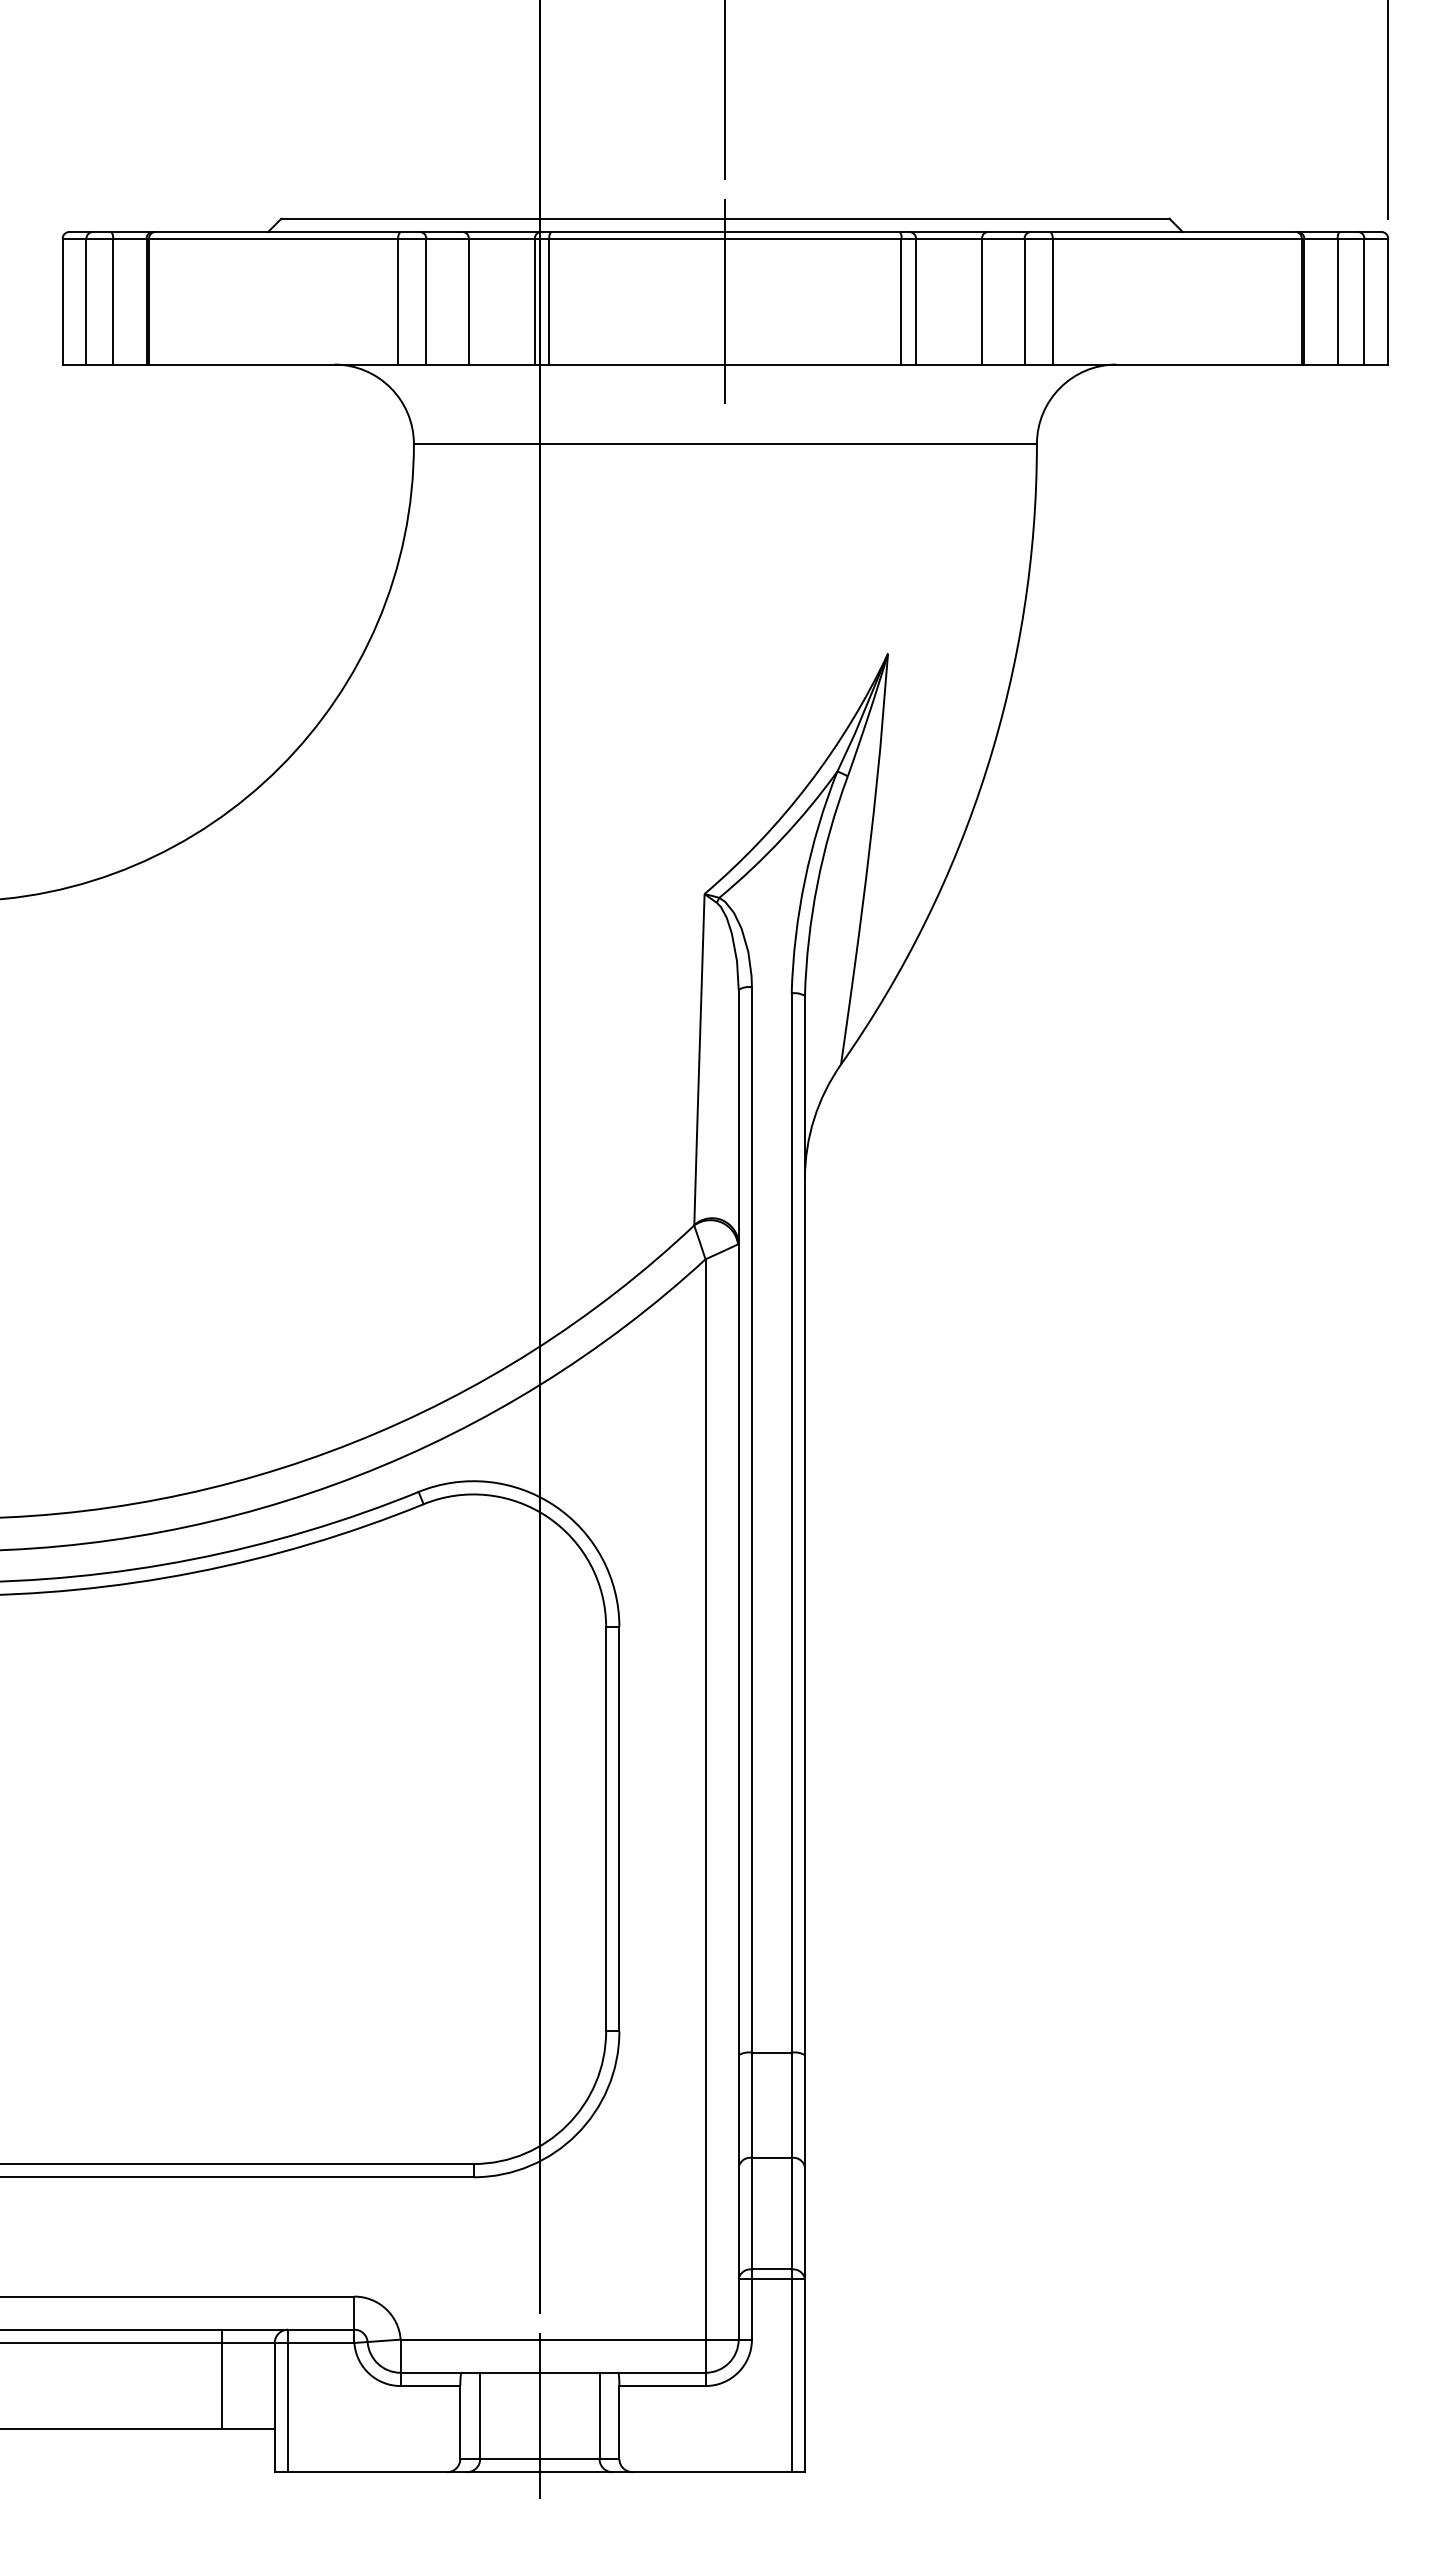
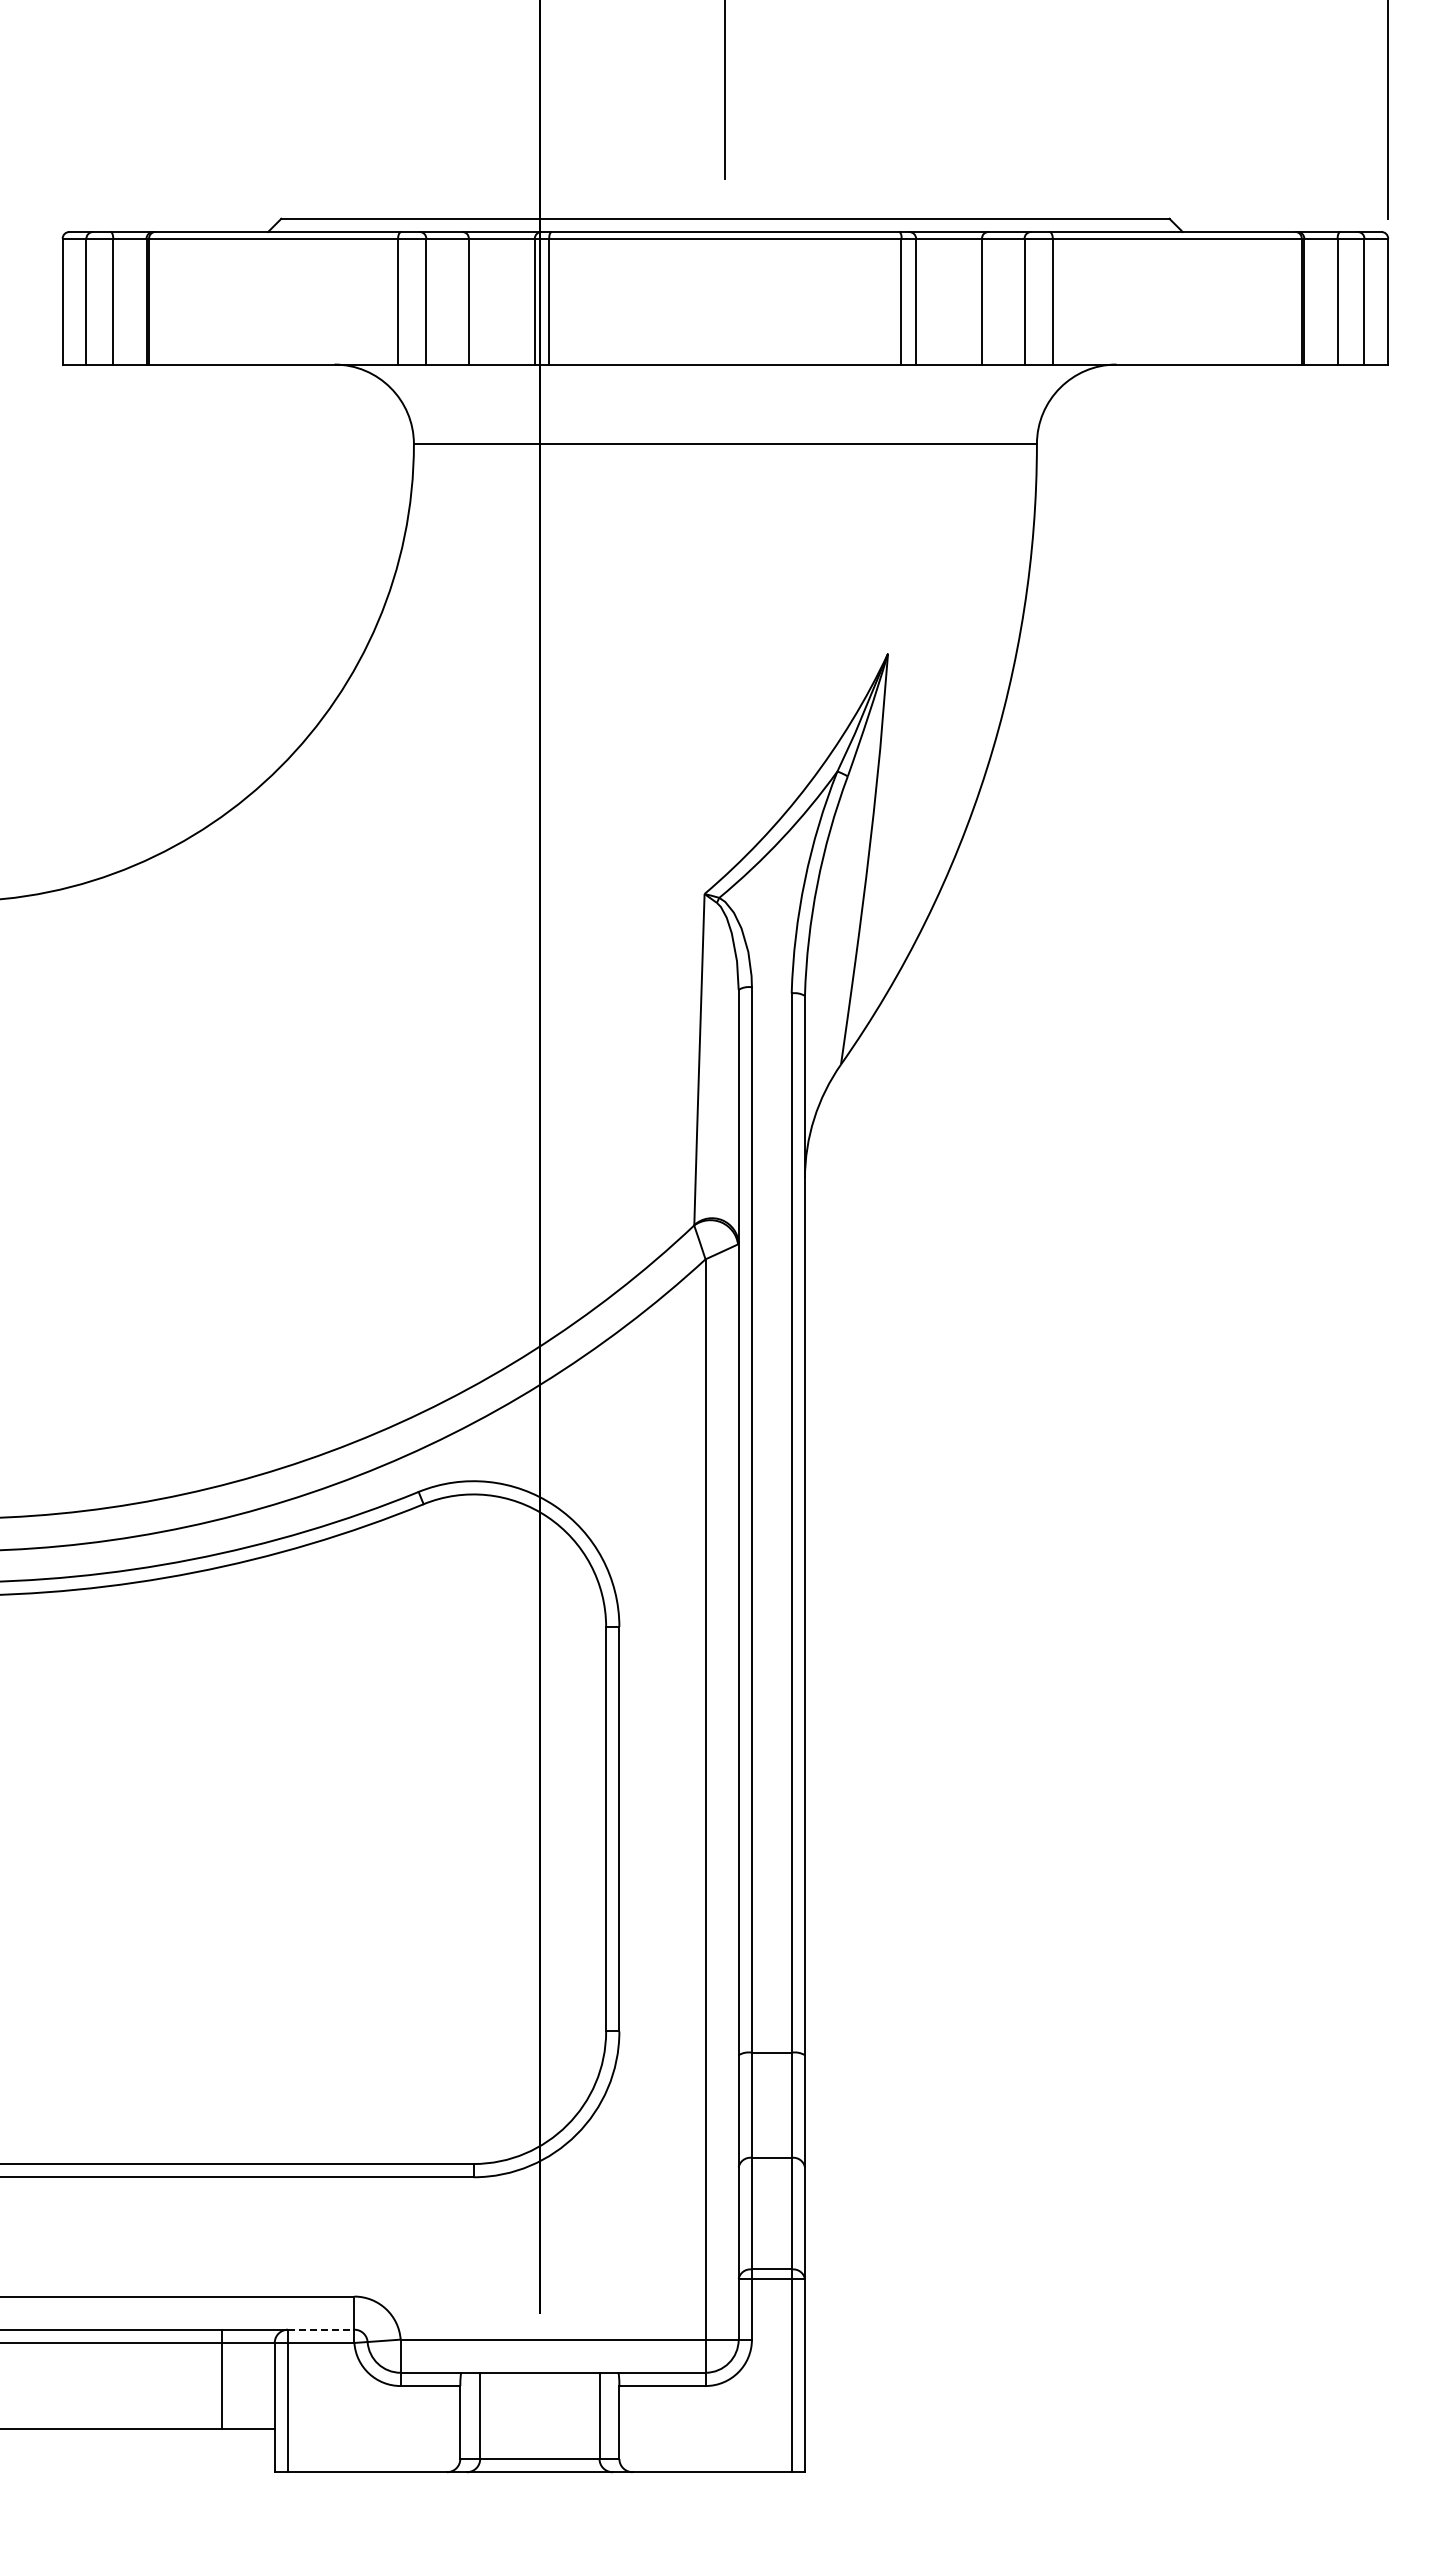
line at (725, 301): present -> none
line at (321, 2329): solid -> dashed
line at (539, 2415): present -> none
